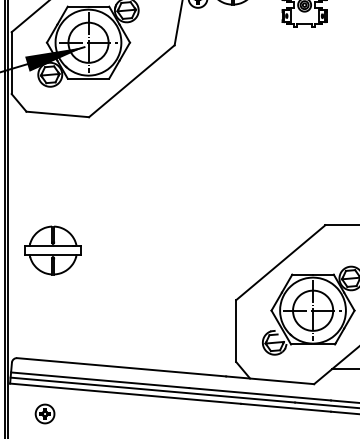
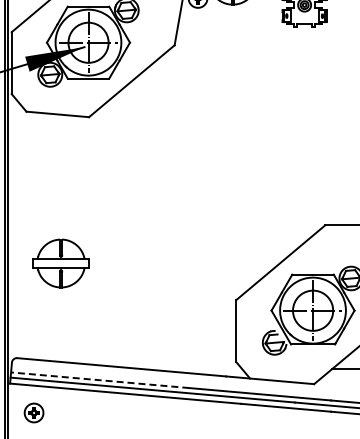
part at (52, 250) position: (52, 250) -> (60, 263)
line at (99, 380): solid -> dashed
part at (44, 413) position: (44, 413) -> (33, 412)
